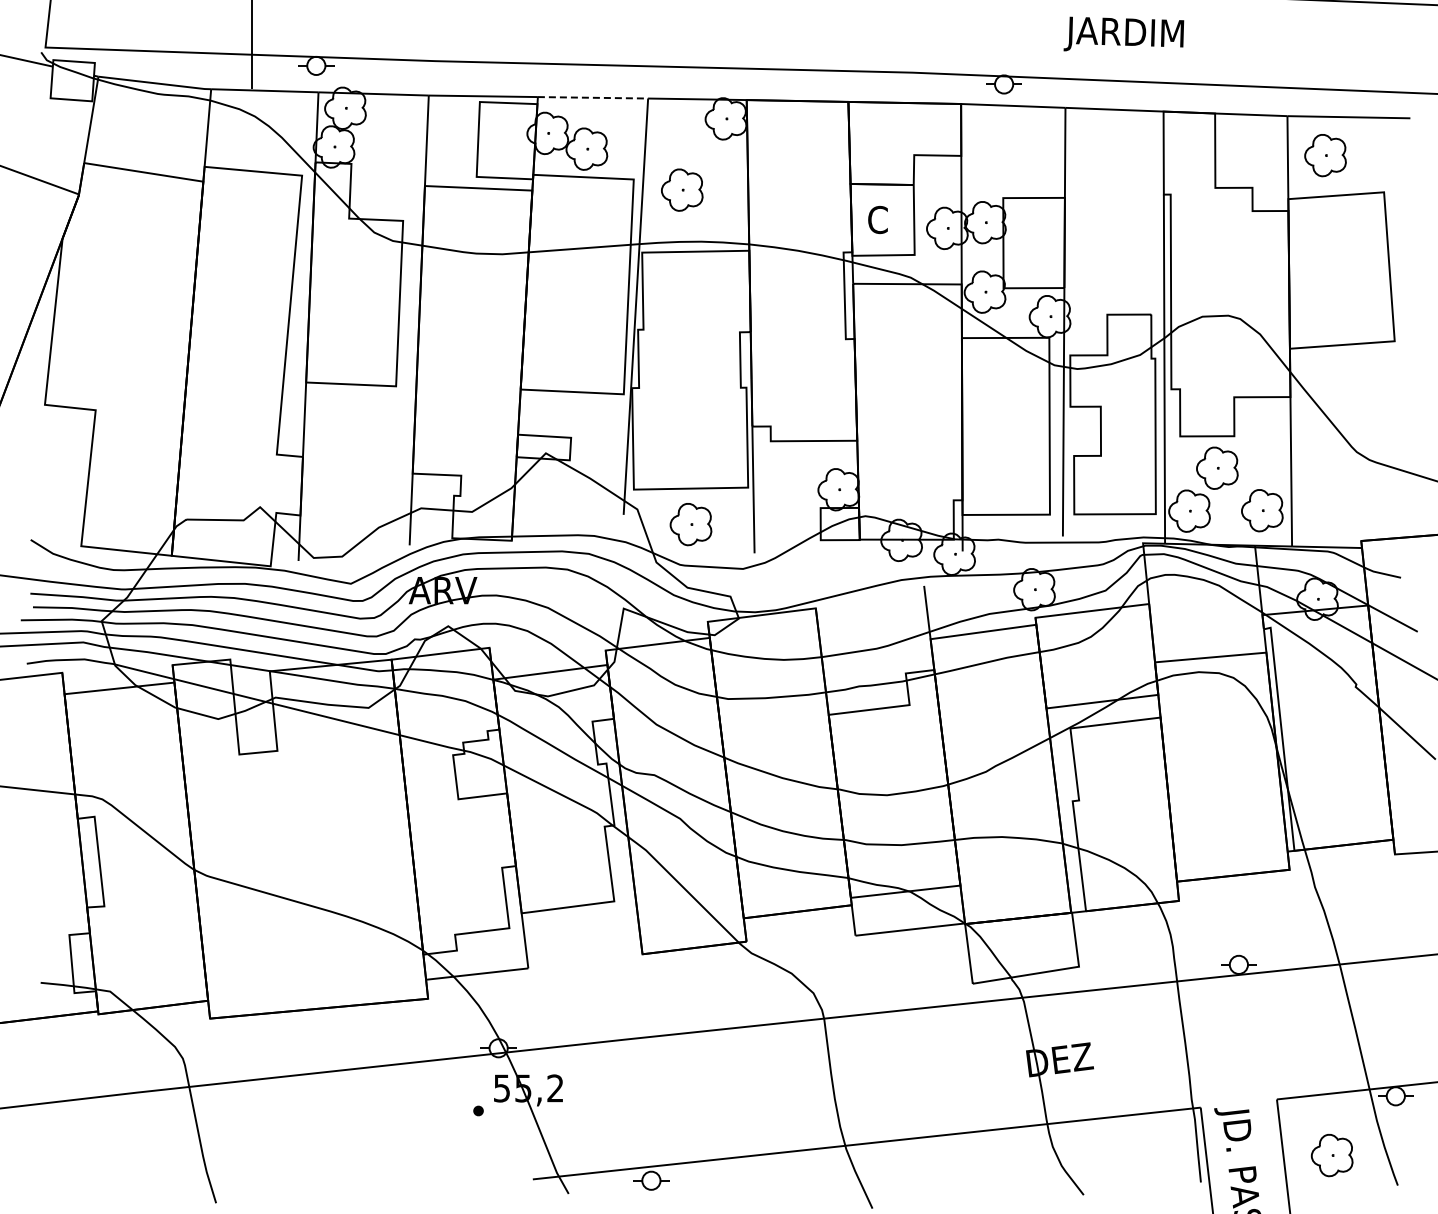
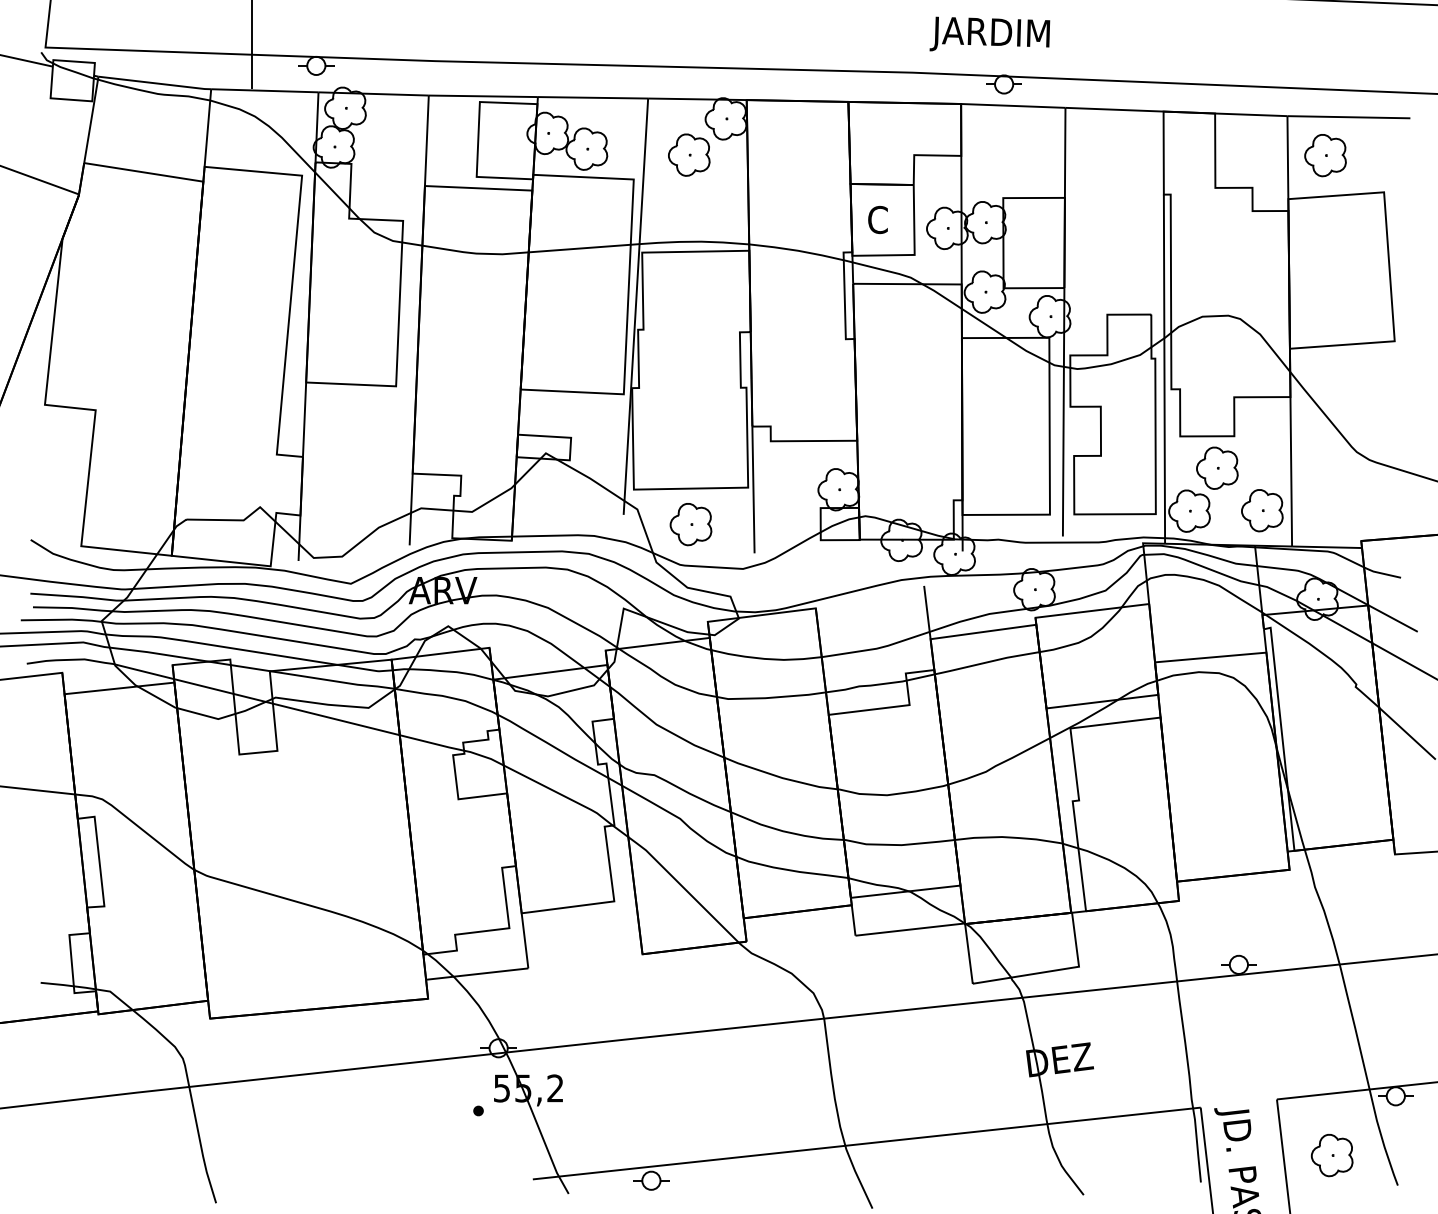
text at (1123, 33) position: (1123, 33) -> (989, 33)
line at (593, 97): dashed -> solid
part at (682, 189) position: (682, 189) -> (689, 154)
